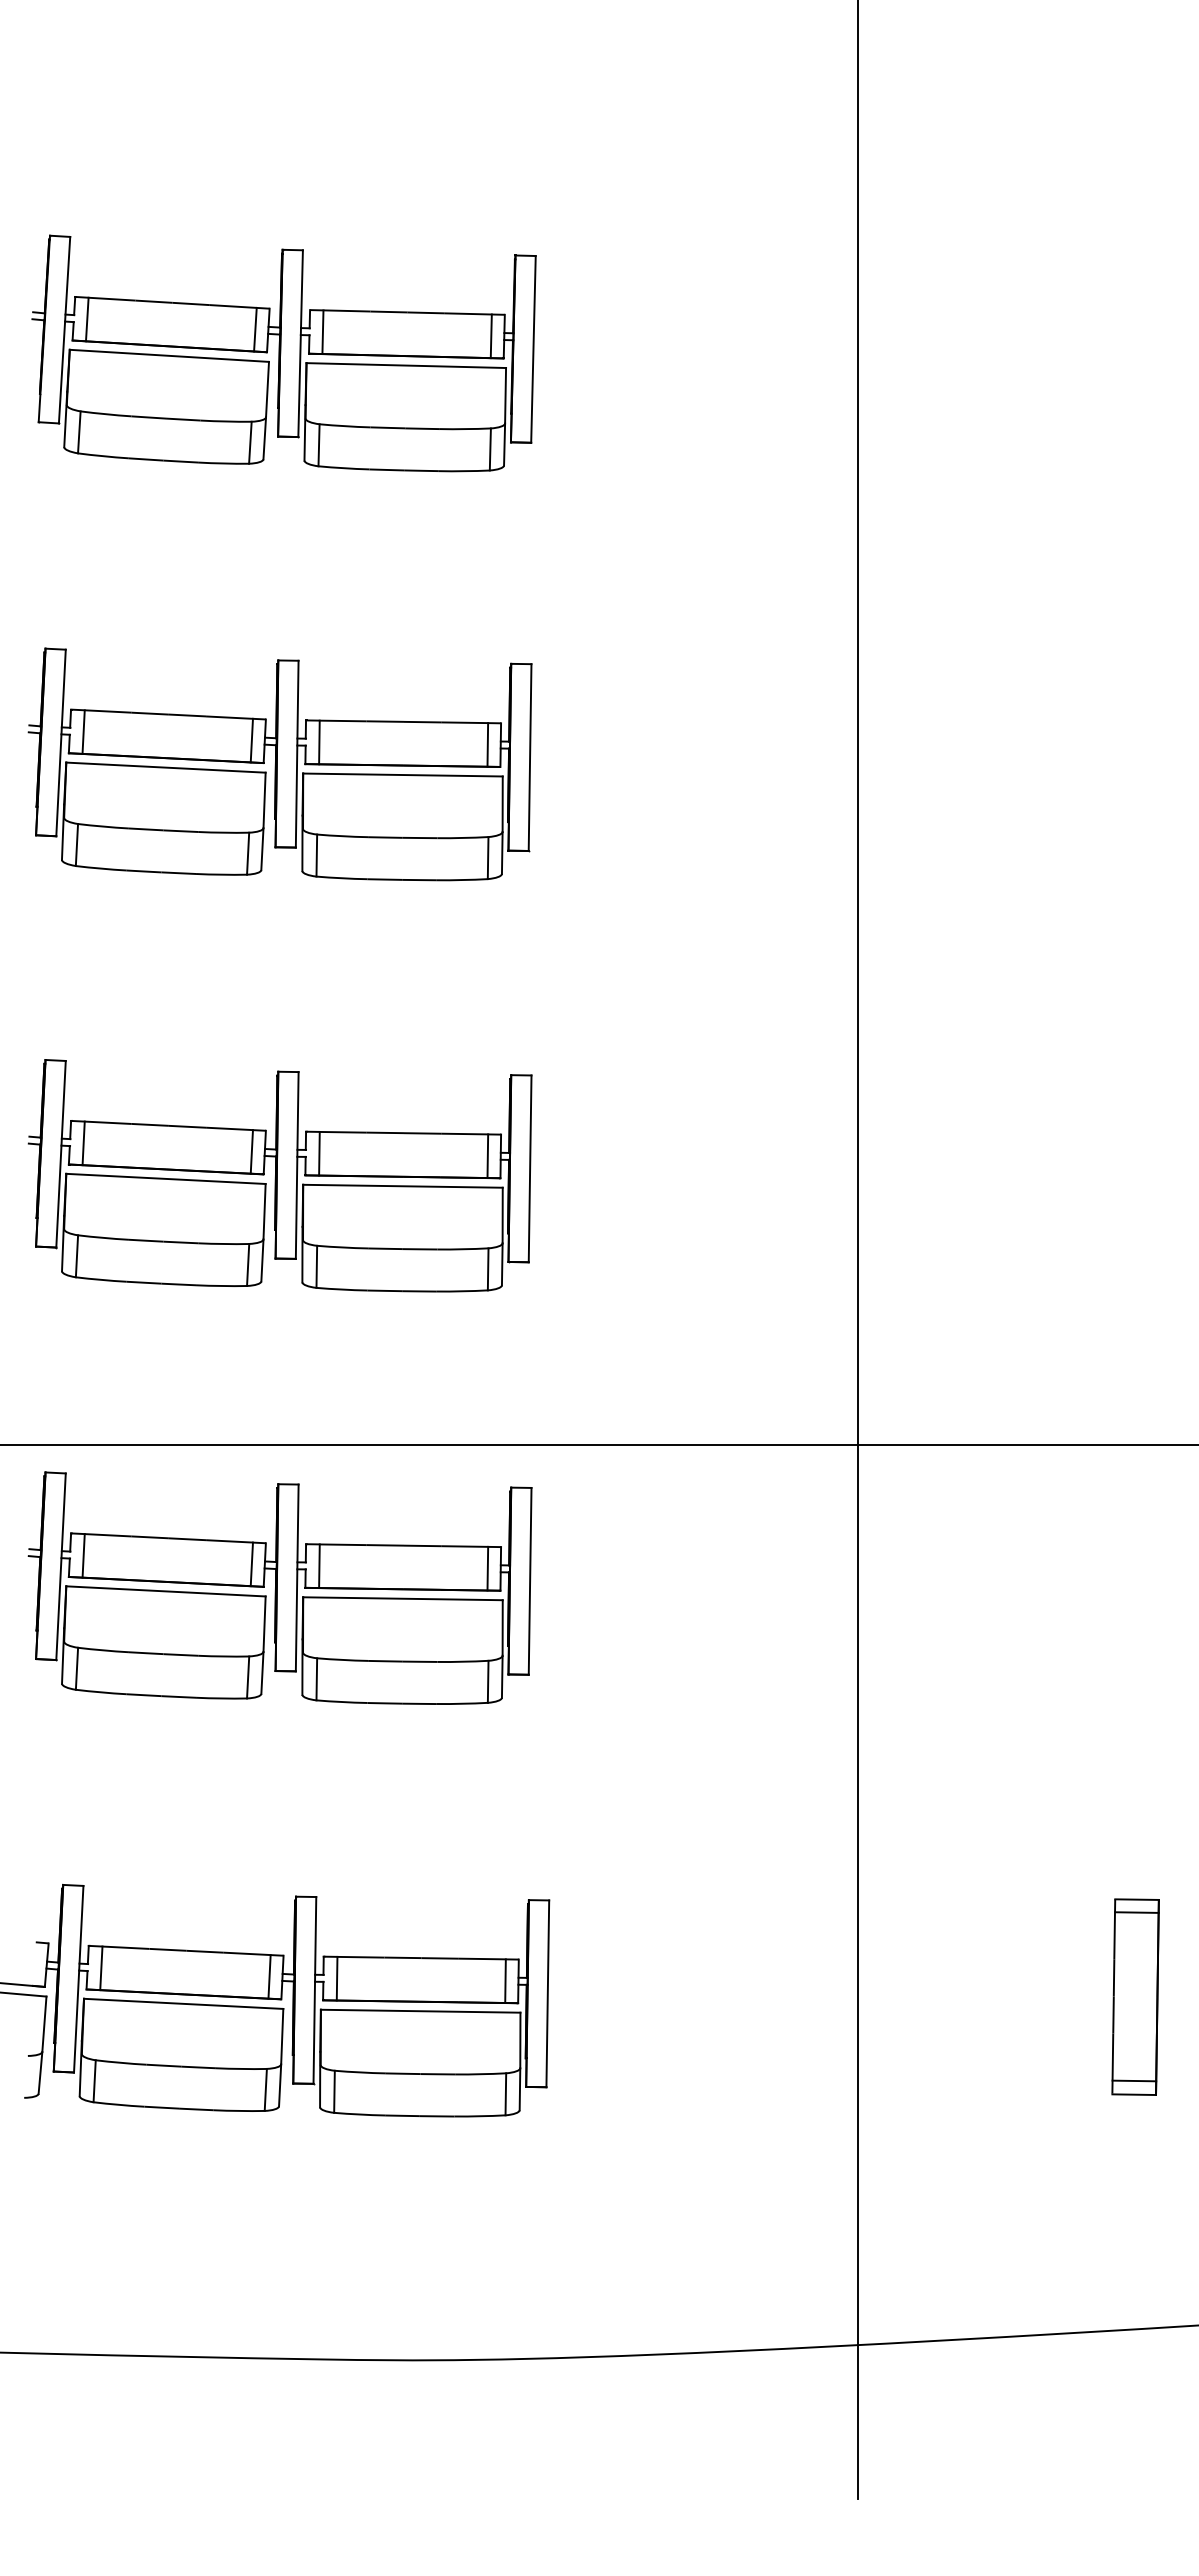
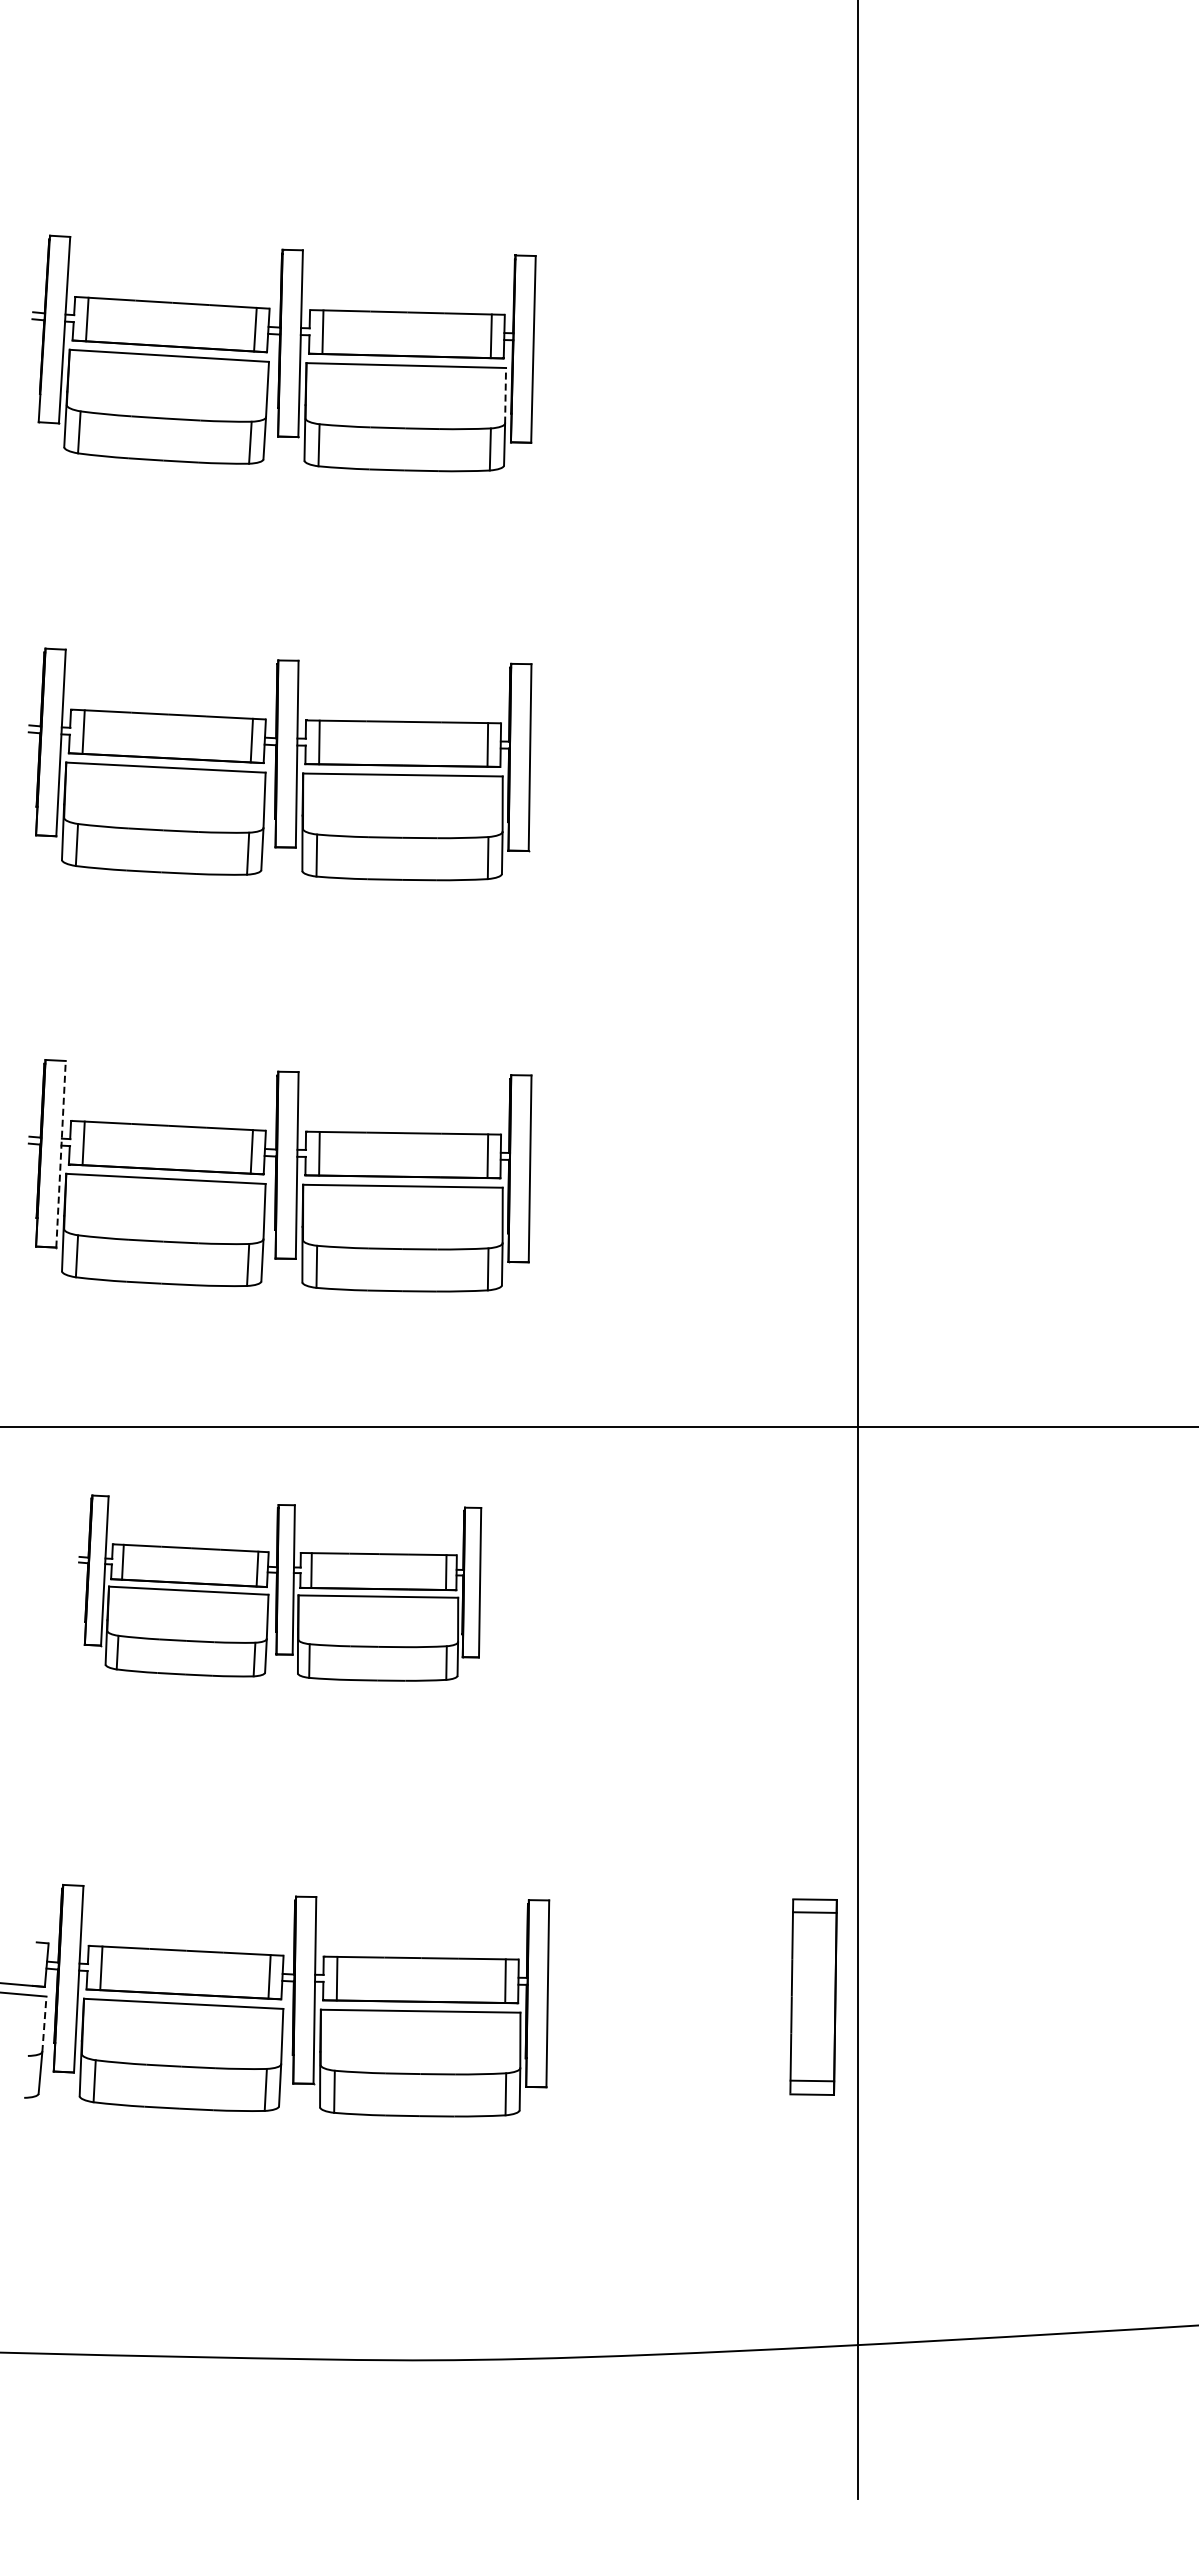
line at (505, 395): solid -> dashed
line at (61, 1153): solid -> dashed
line at (598, 1445) position: (598, 1445) -> (598, 1427)
part at (279, 1587) size: 506x234 px -> 405x188 px
part at (1135, 1996) position: (1135, 1996) -> (813, 1996)
line at (44, 2024): solid -> dashed
